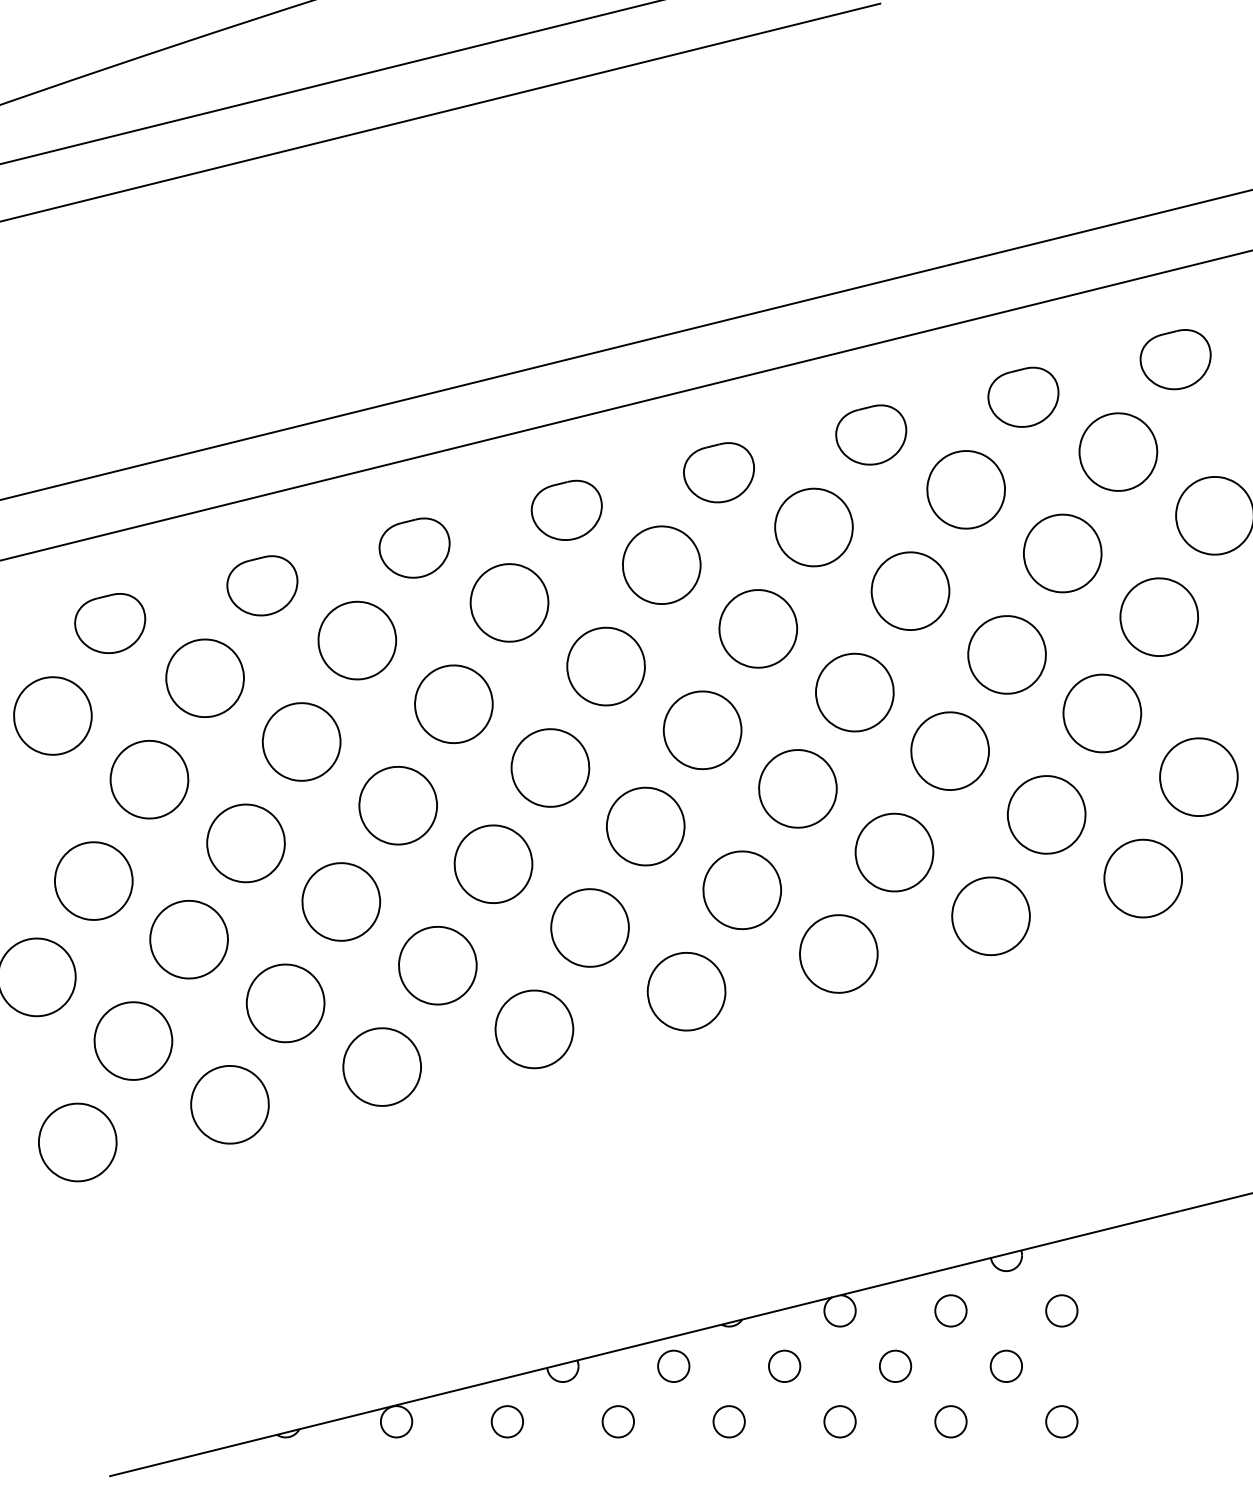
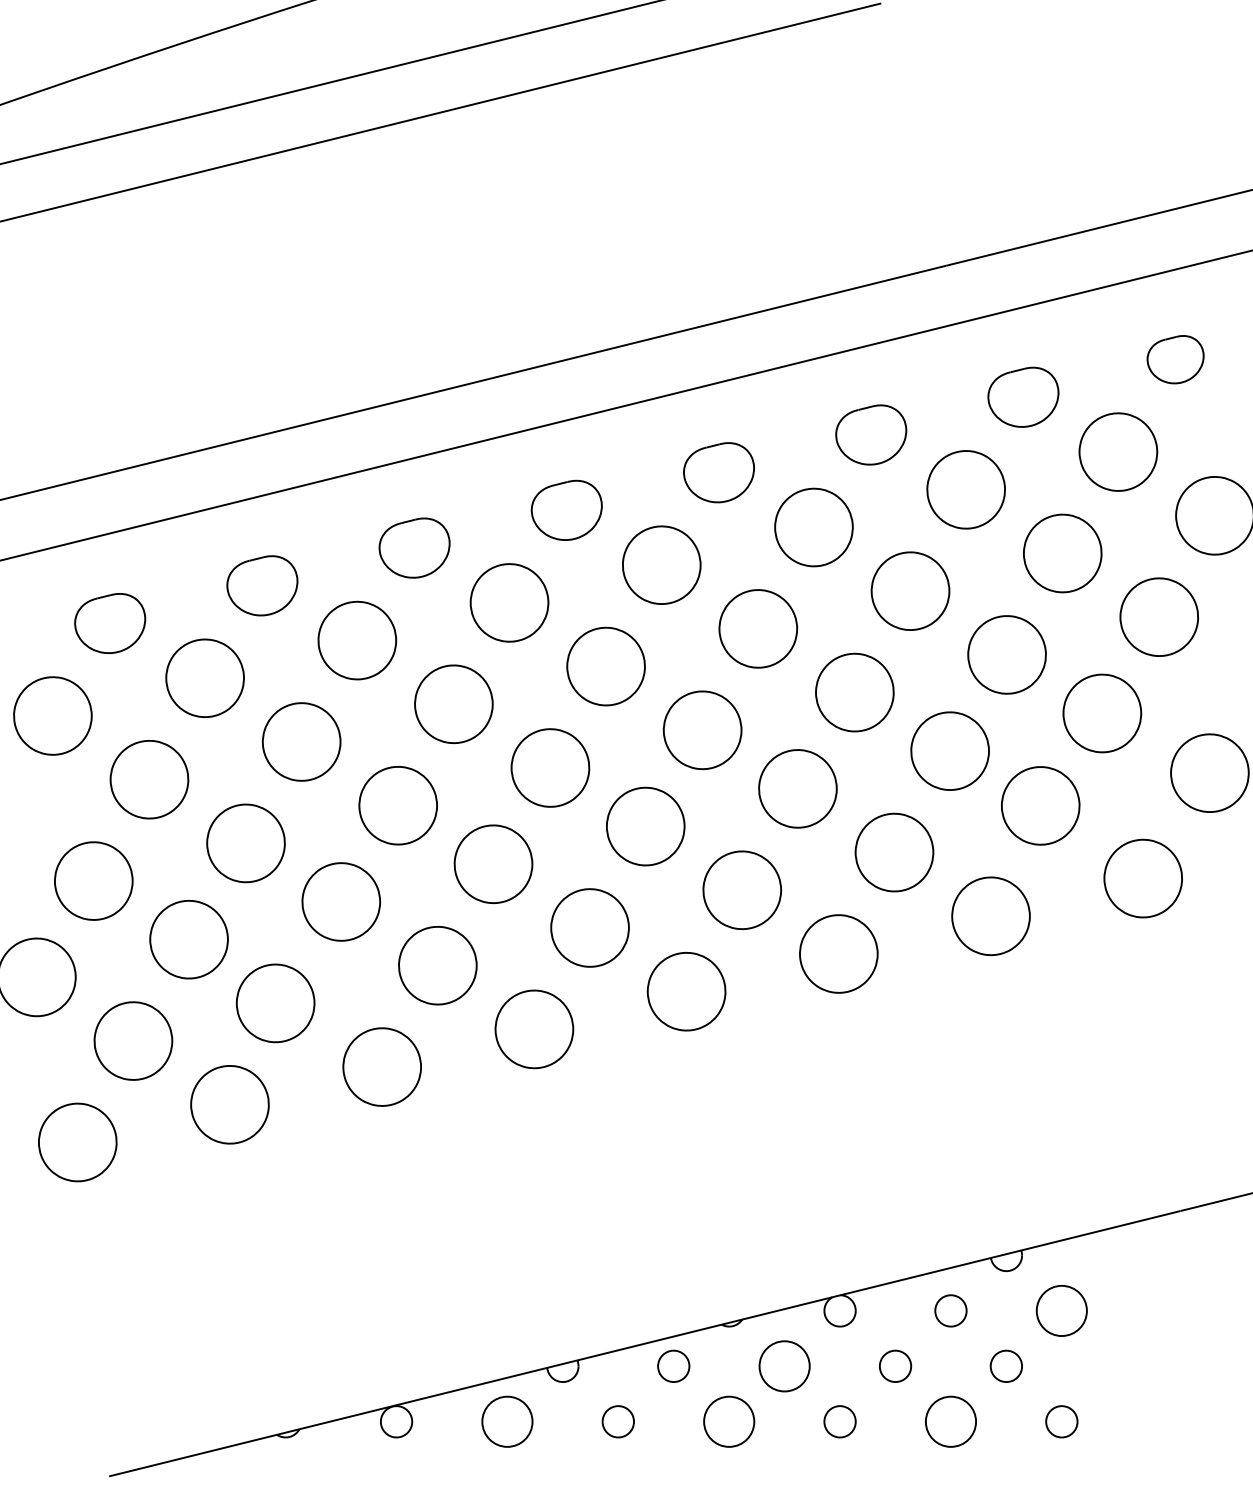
part at (1175, 359) size: 73x62 px -> 59x50 px
part at (1198, 776) position: (1198, 776) -> (1209, 772)
part at (1046, 814) position: (1046, 814) -> (1040, 805)
part at (285, 1003) position: (285, 1003) -> (275, 1003)
circle at (1061, 1310) diameter: 31 px -> 50 px
circle at (784, 1366) diameter: 31 px -> 50 px
circle at (507, 1421) diameter: 31 px -> 50 px
circle at (728, 1421) diameter: 31 px -> 50 px
circle at (950, 1421) diameter: 31 px -> 50 px
